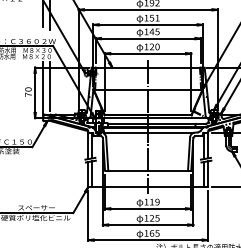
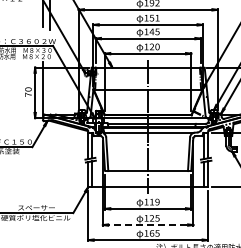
line at (50, 85): present -> none
line at (148, 225): solid -> dashed
